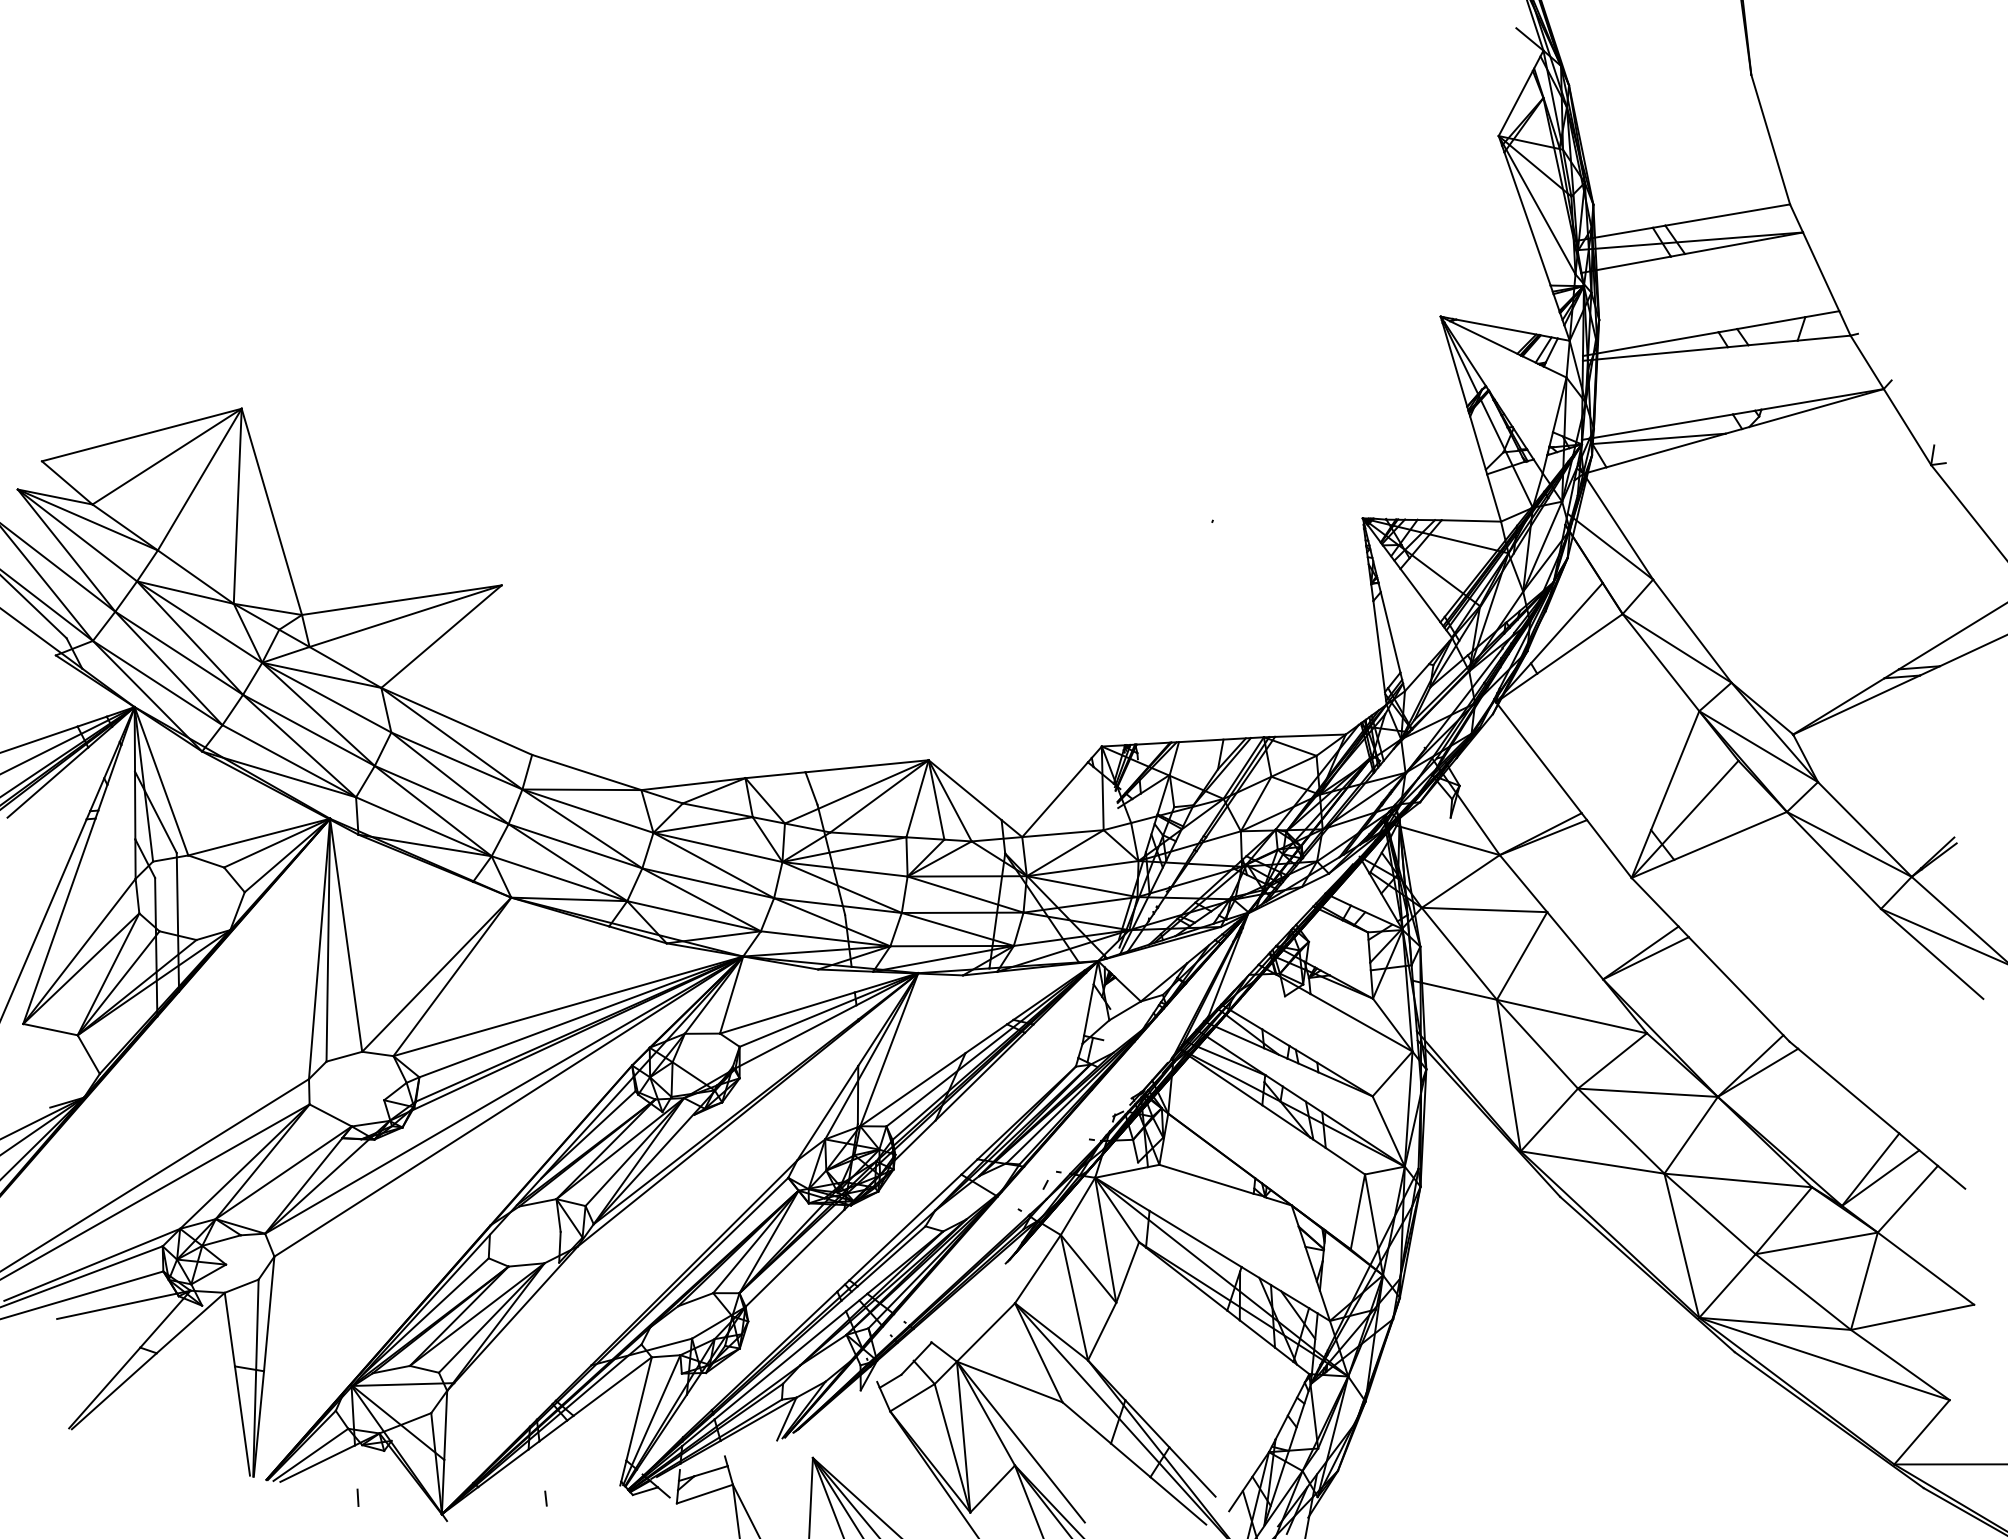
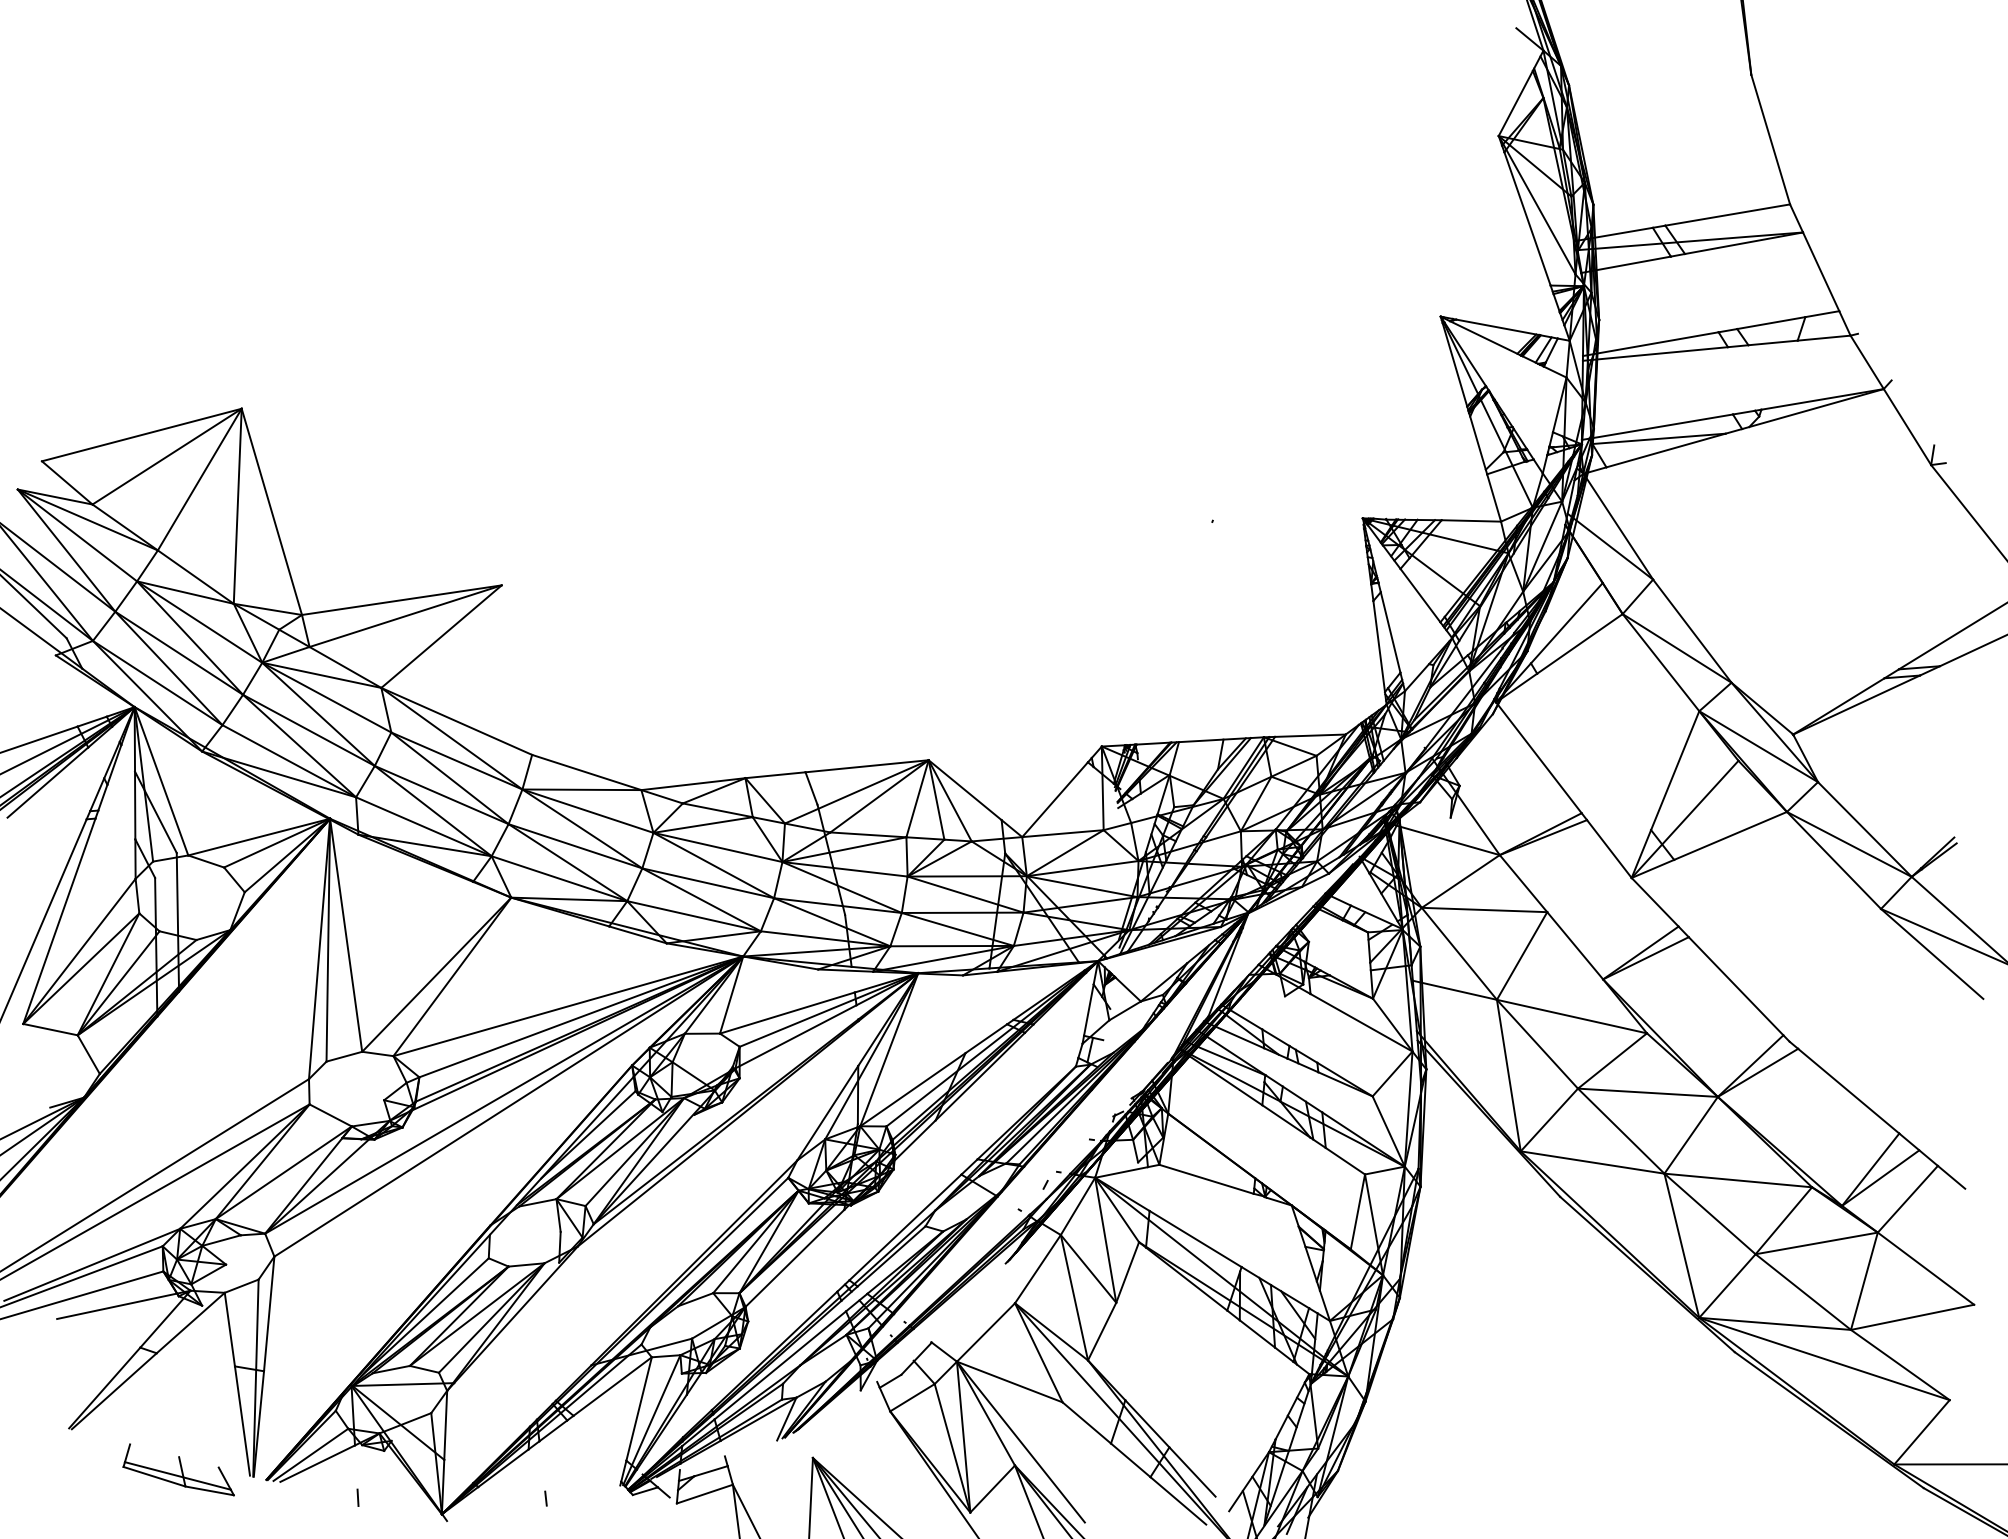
part at (178, 1469): none -> present
